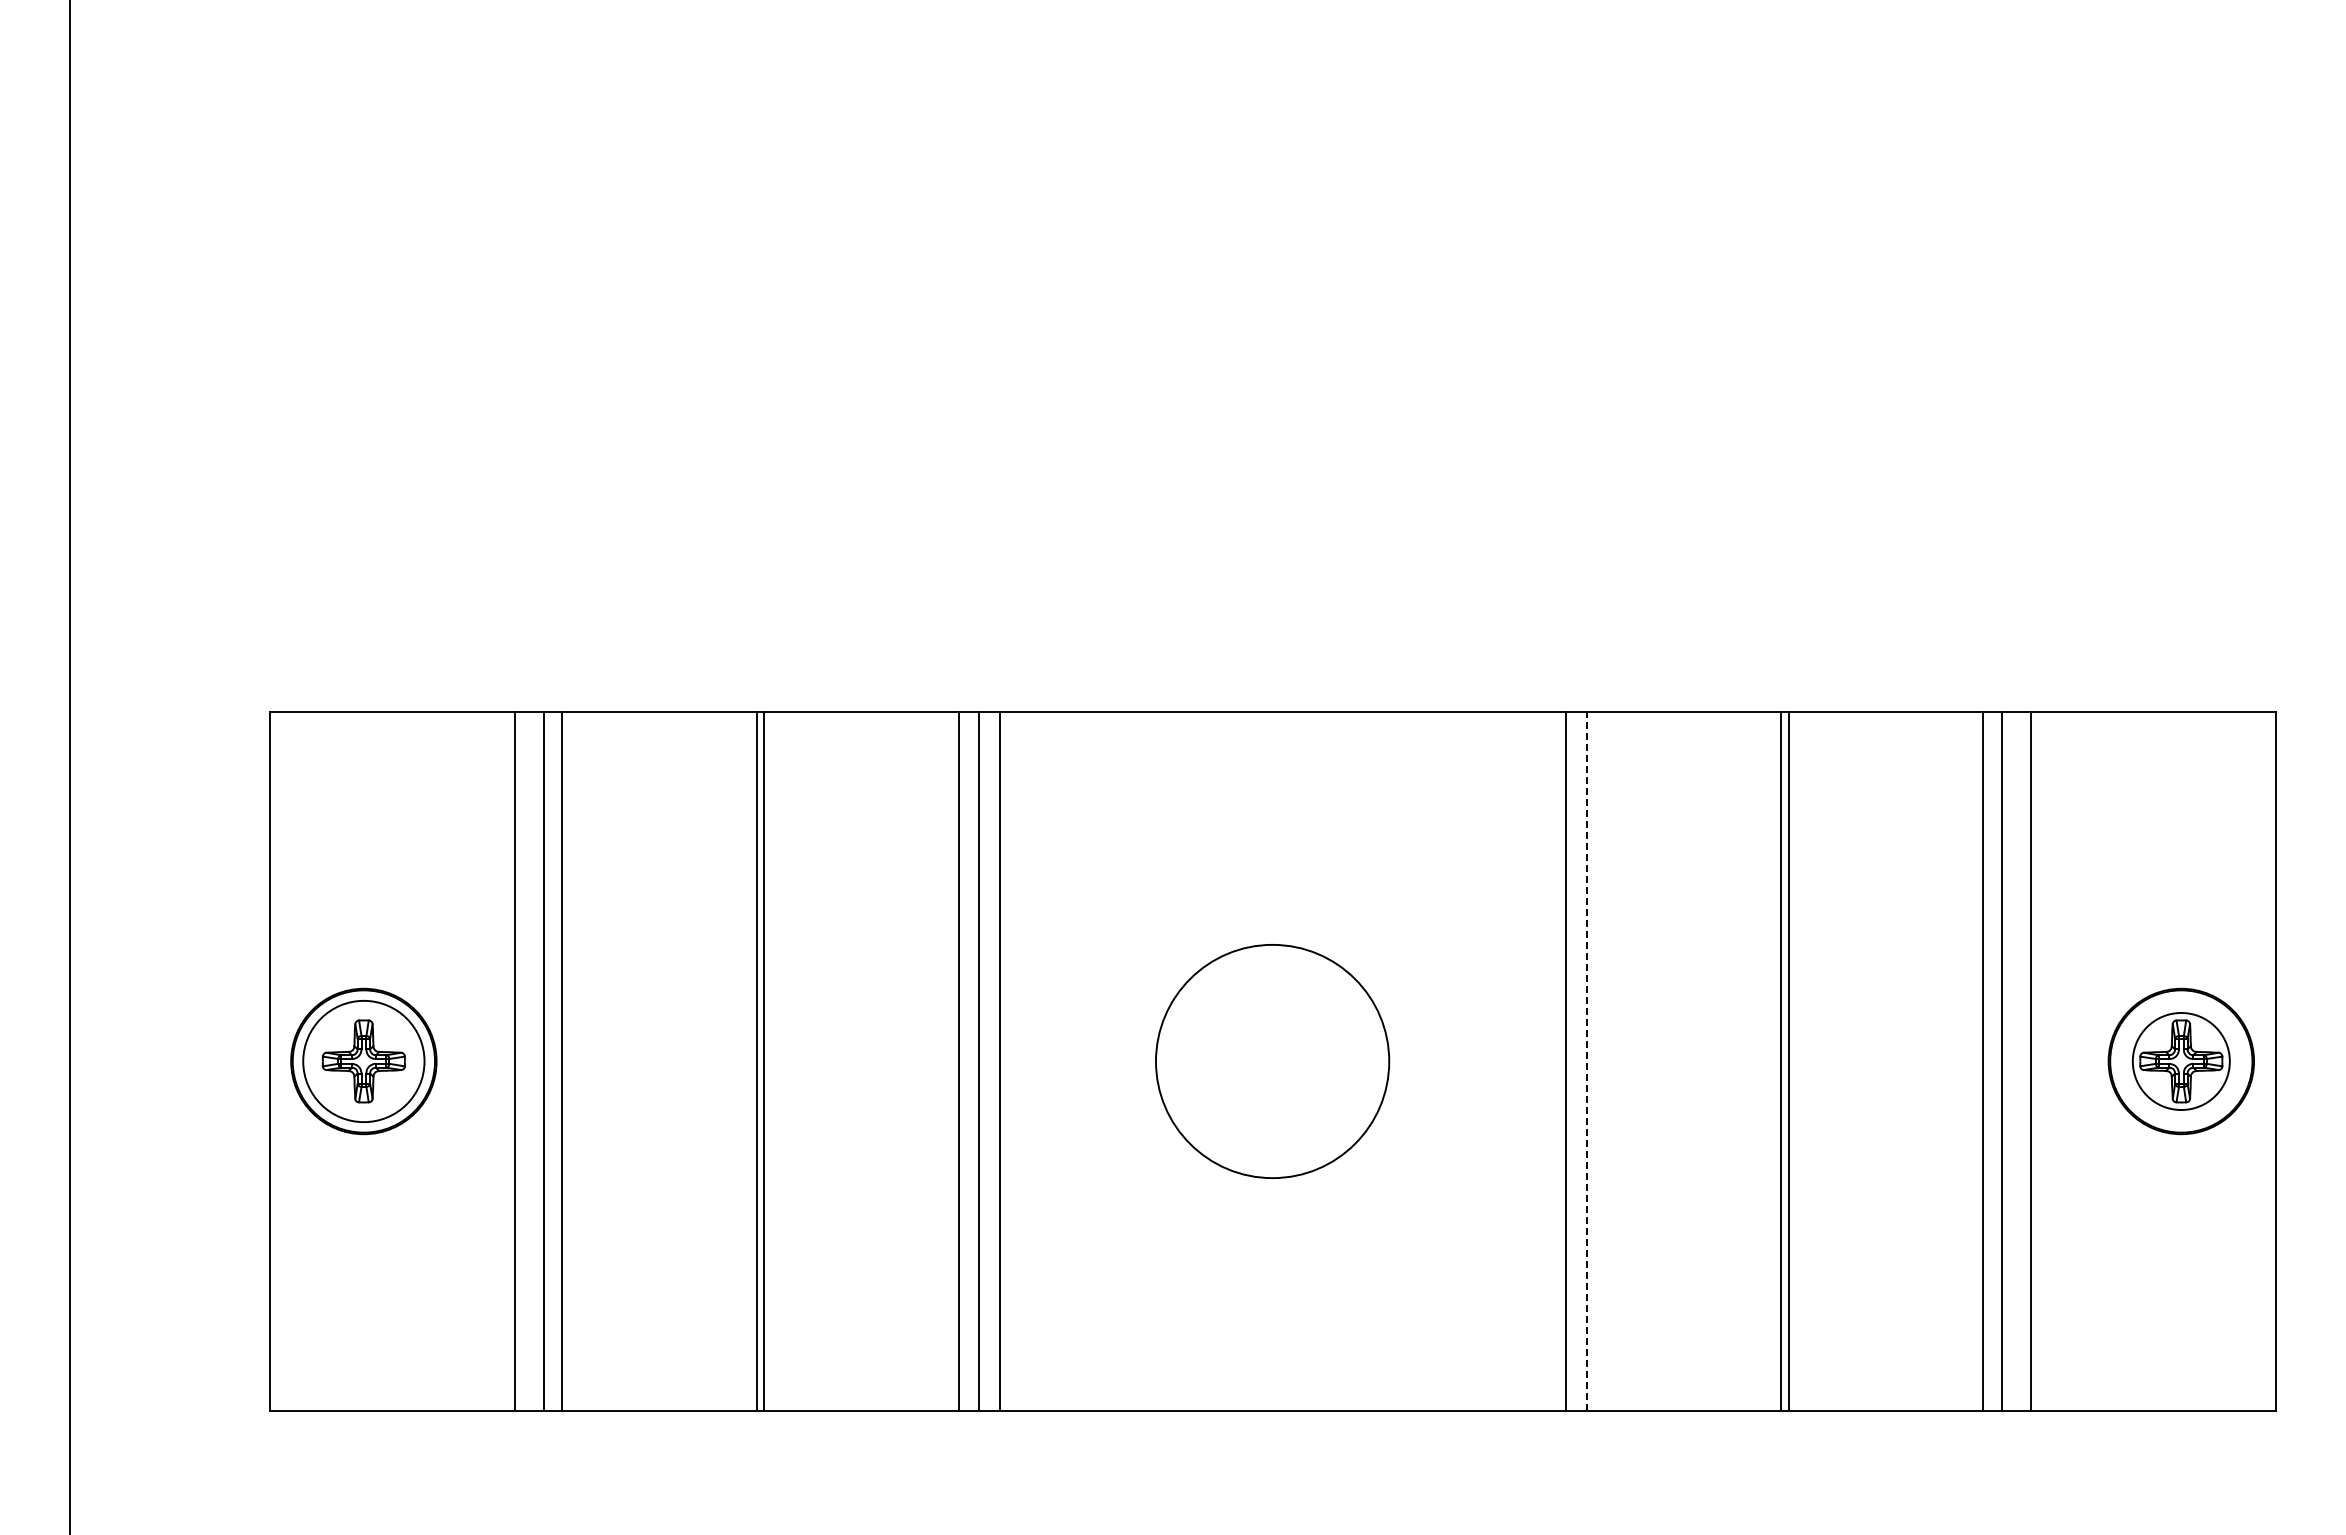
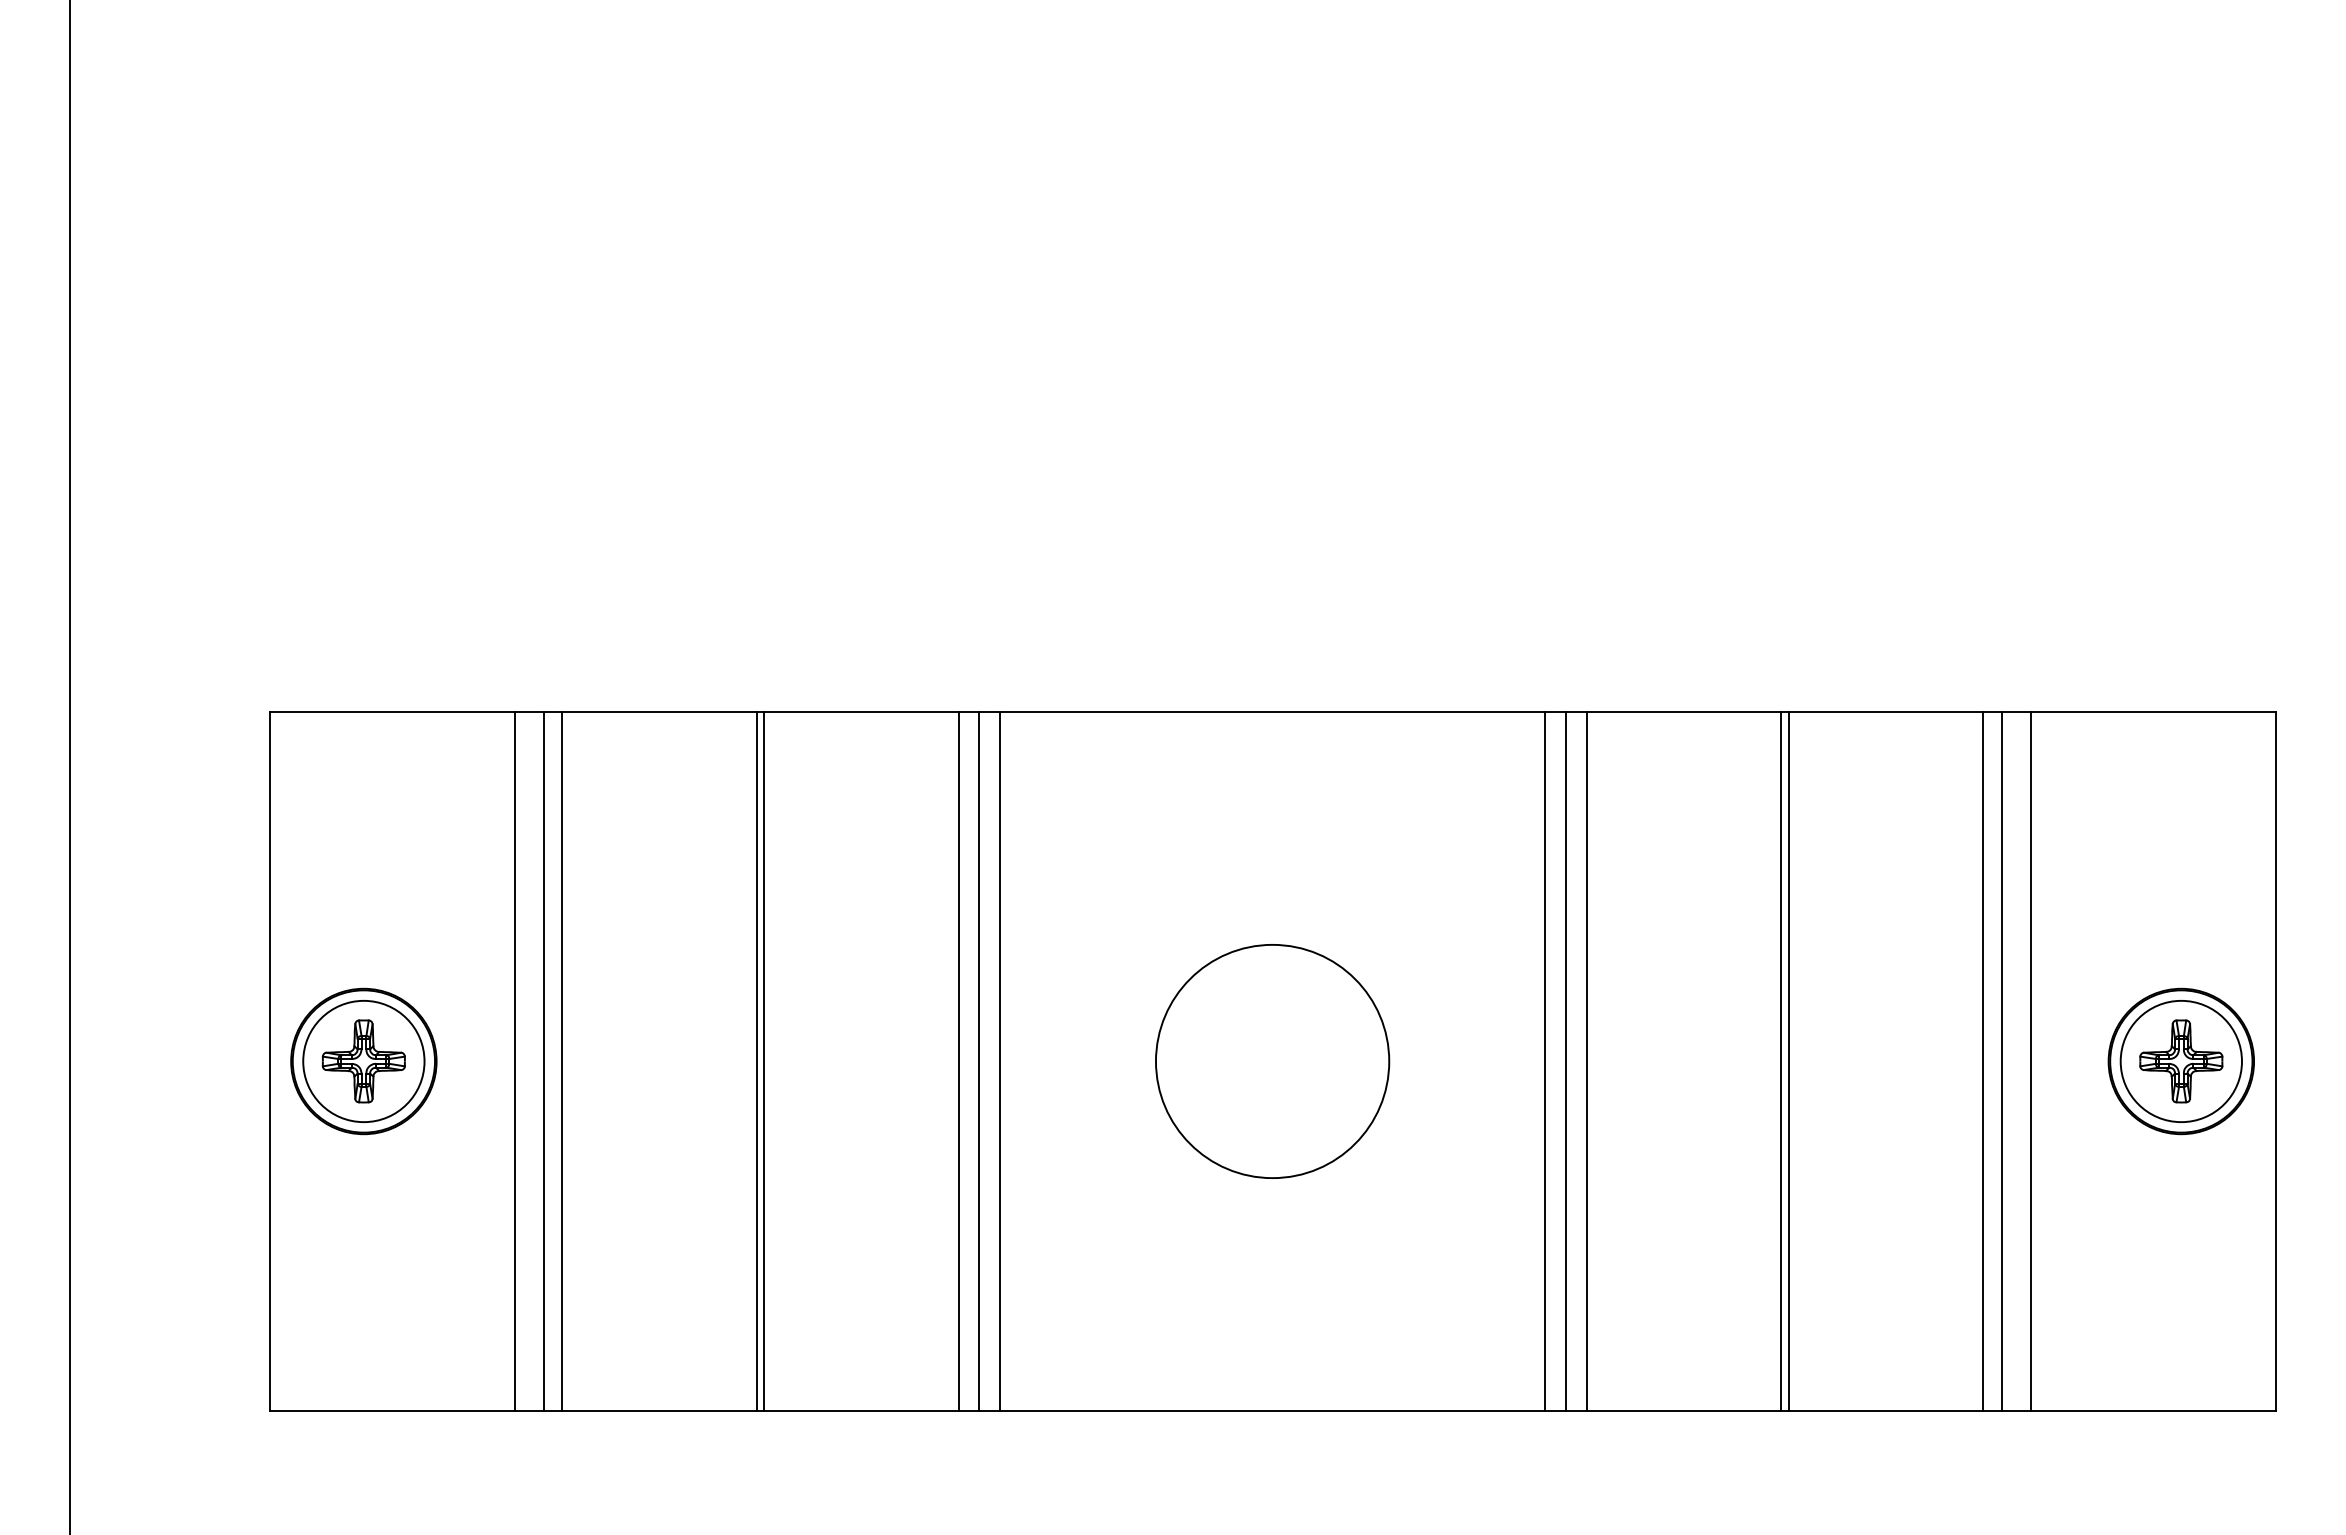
line at (1544, 1061): none -> present
line at (1586, 1061): dashed -> solid
circle at (2180, 1061) diameter: 97 px -> 121 px
